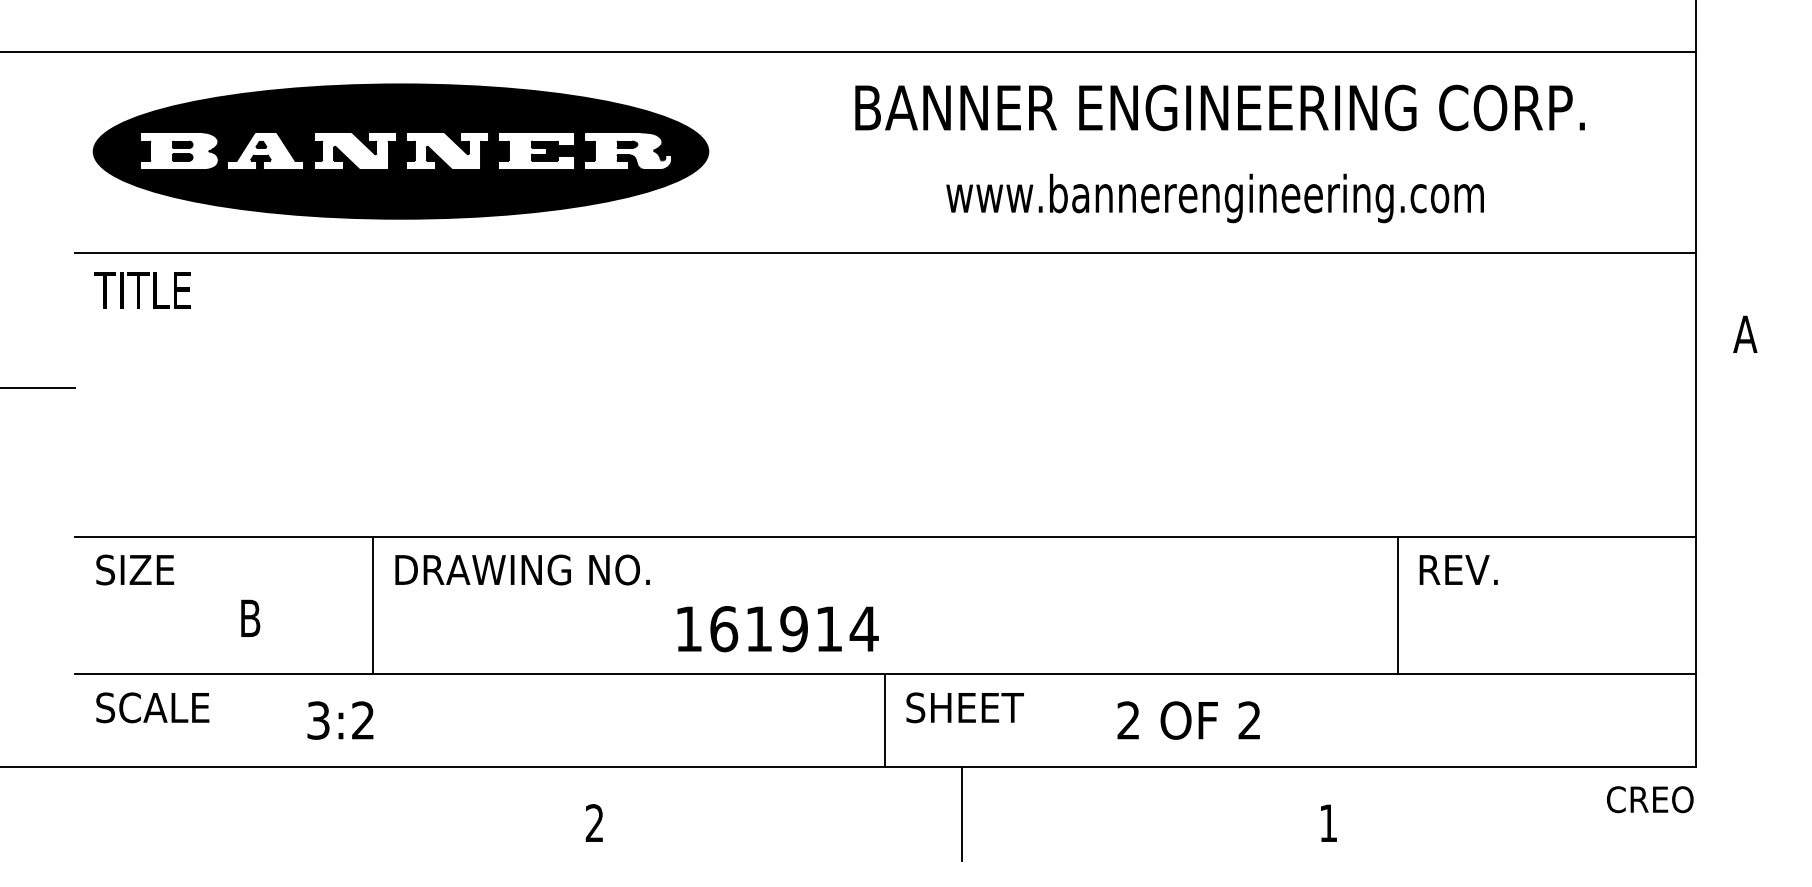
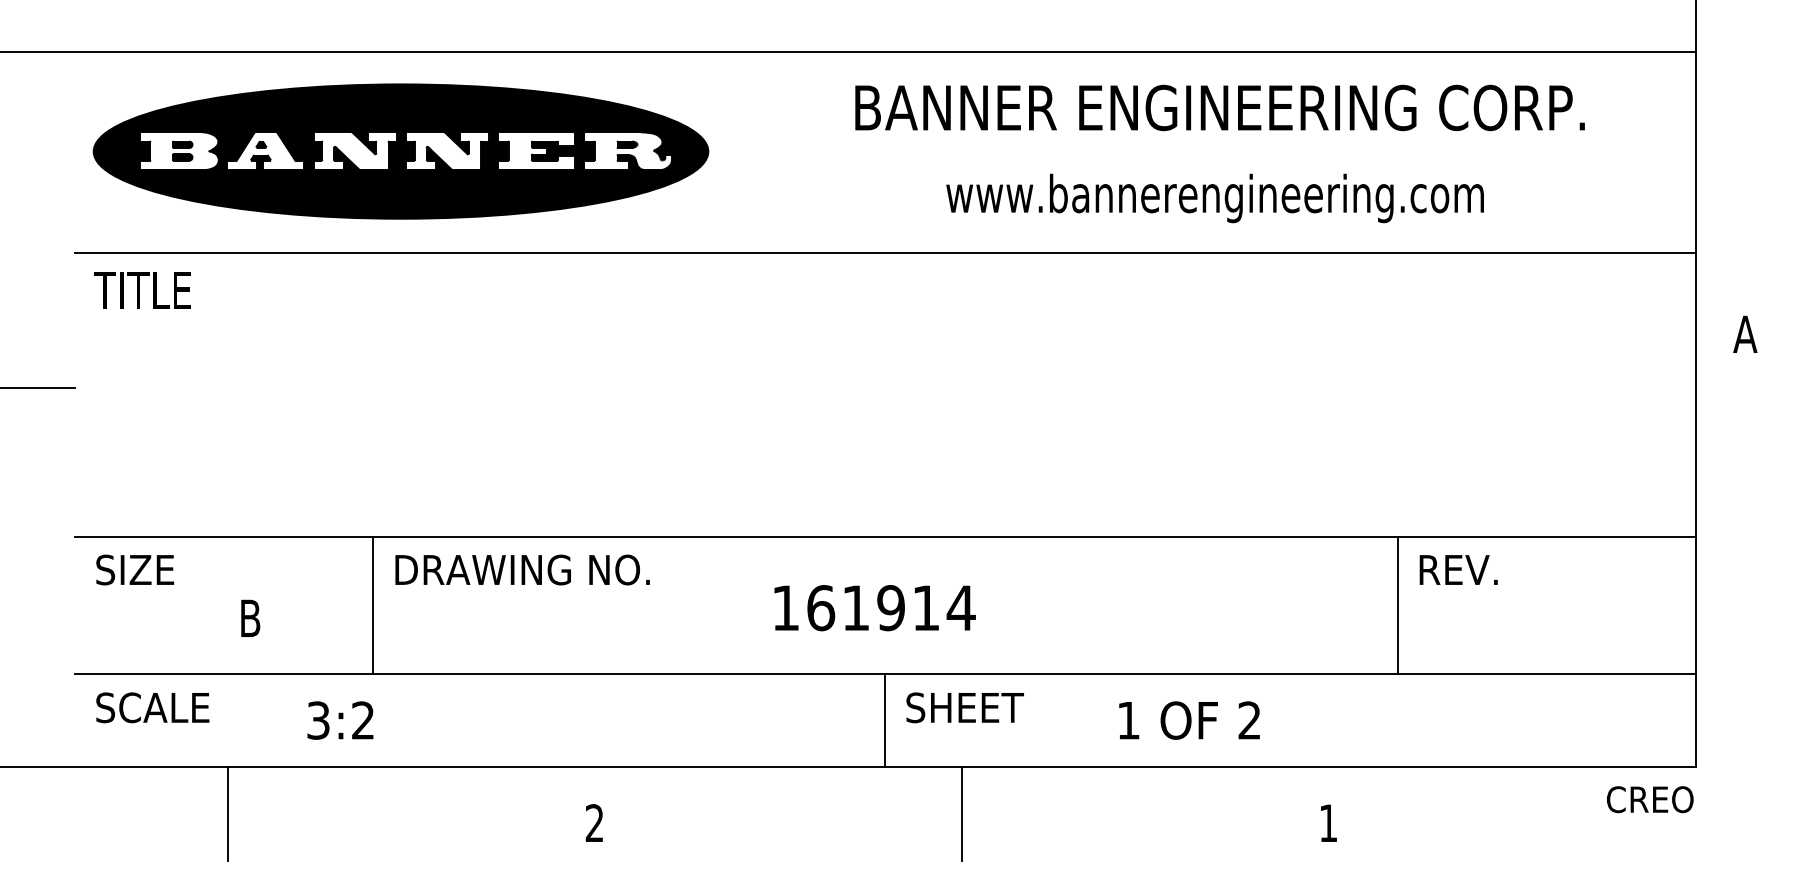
text at (777, 629) position: (777, 629) -> (874, 608)
text at (1128, 720): 2 -> 1
line at (227, 813): none -> present
